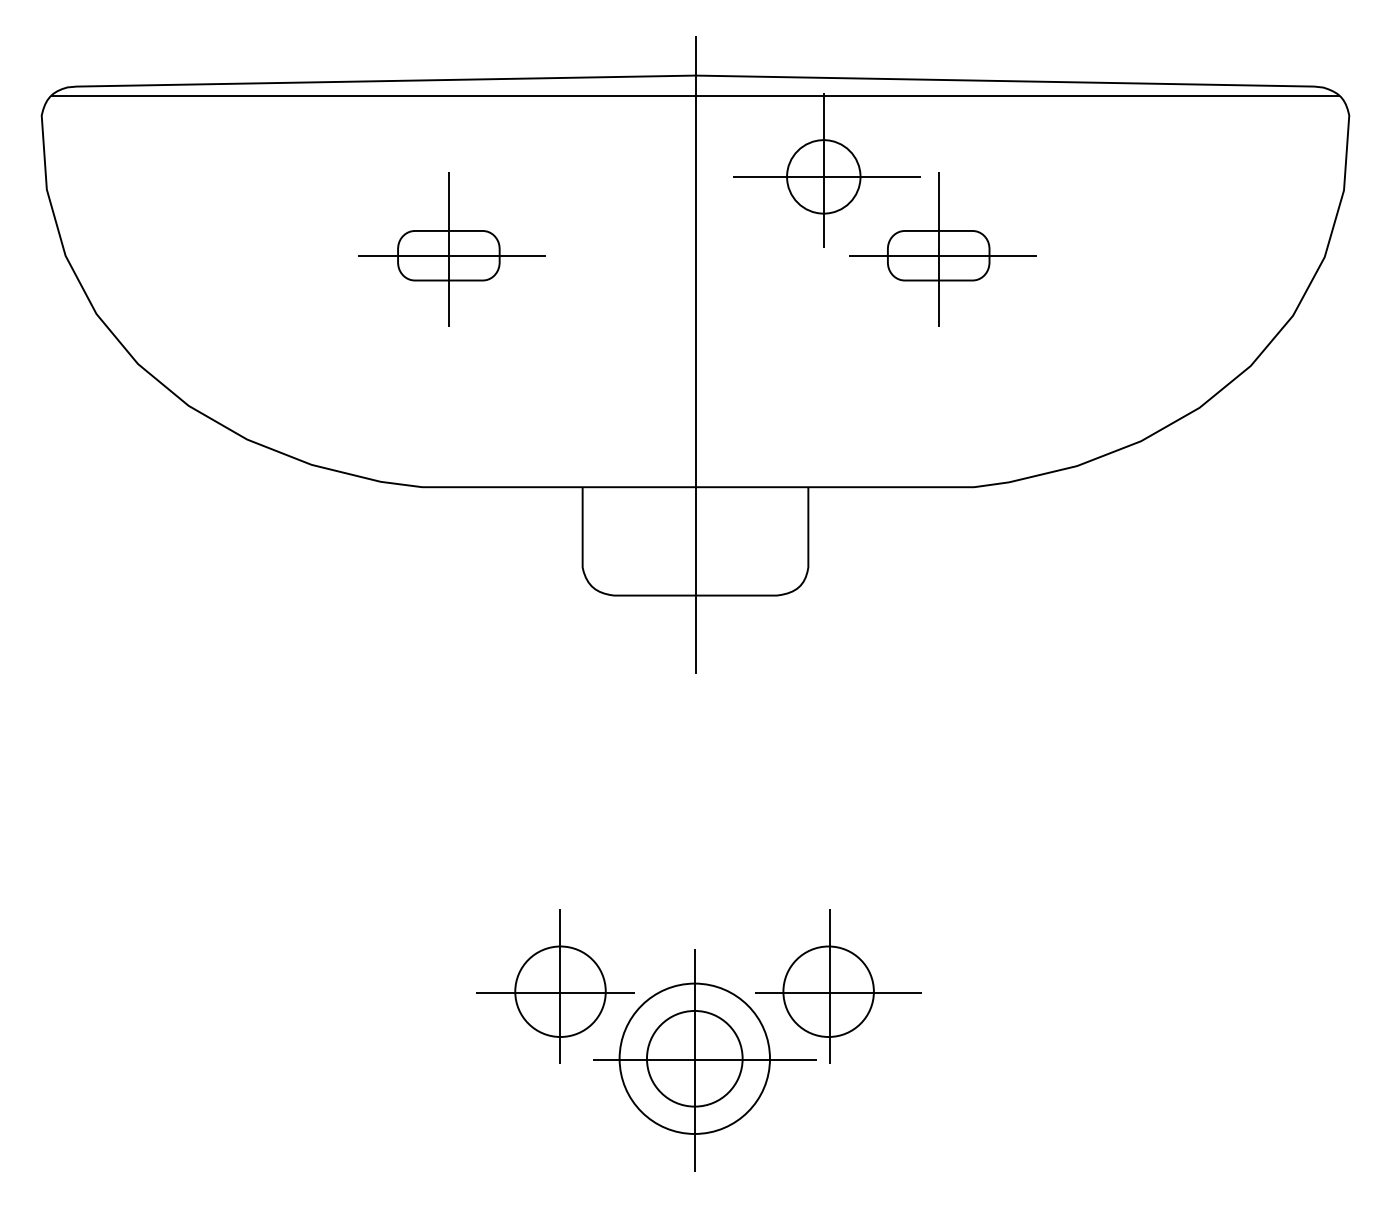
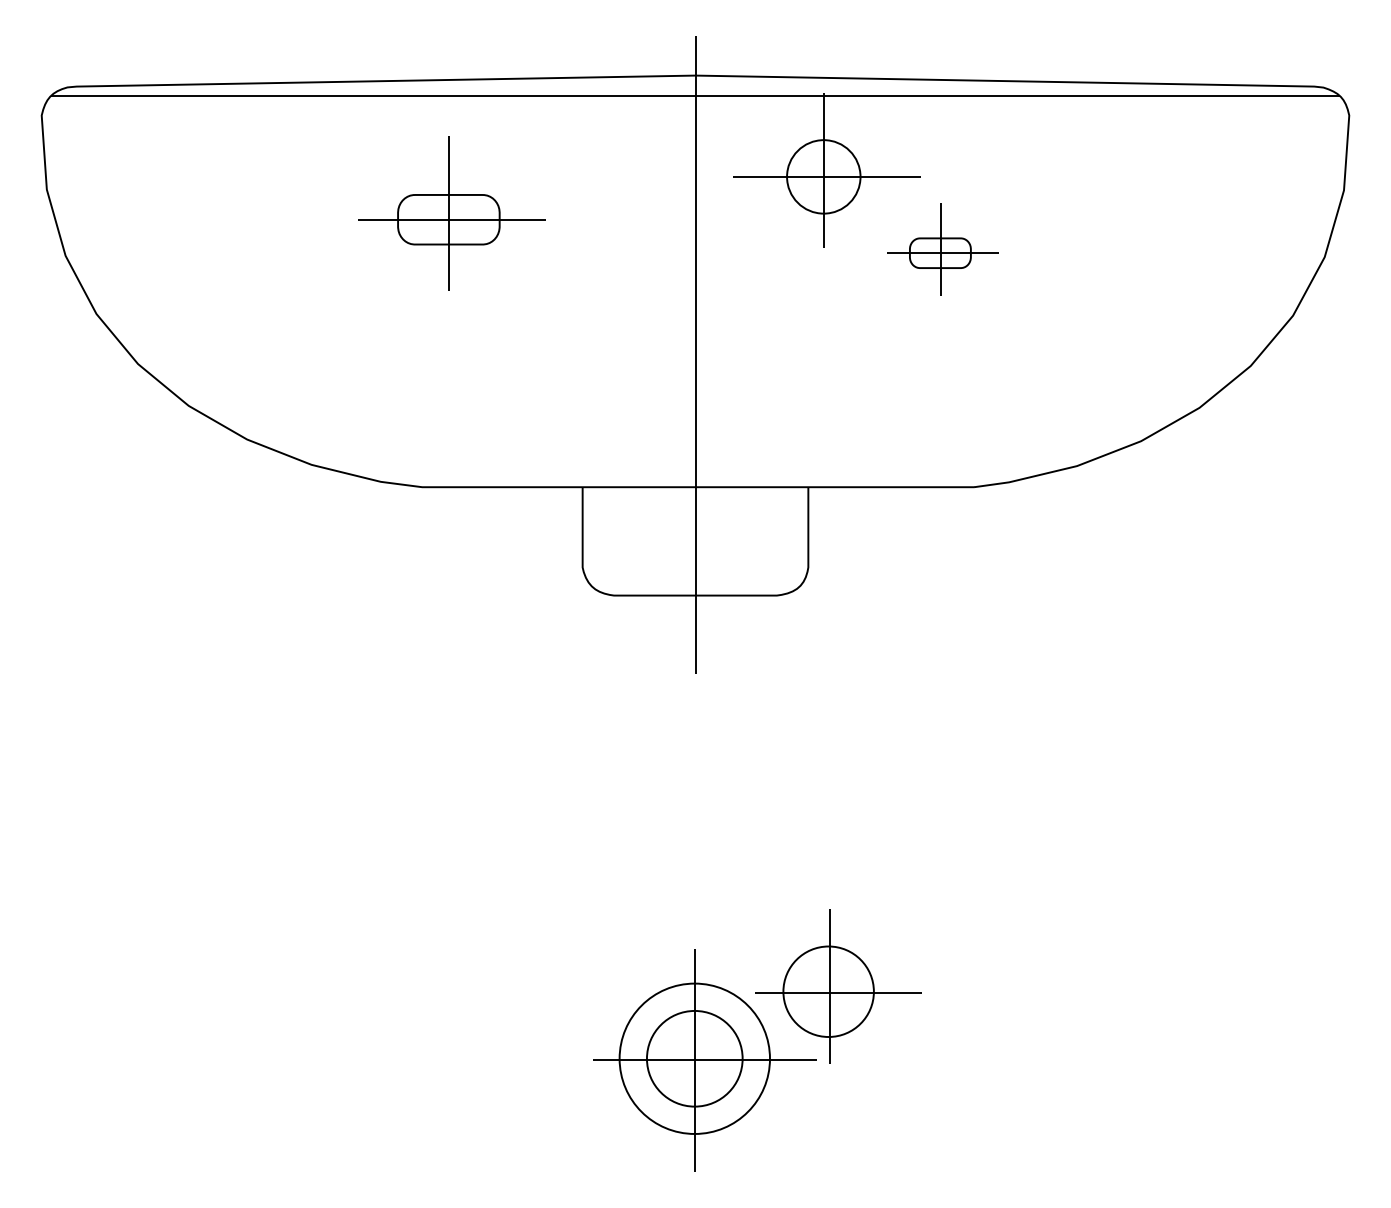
part at (451, 249) position: (451, 249) -> (451, 213)
part at (942, 249) size: 188x155 px -> 112x93 px
part at (555, 986): present -> none
